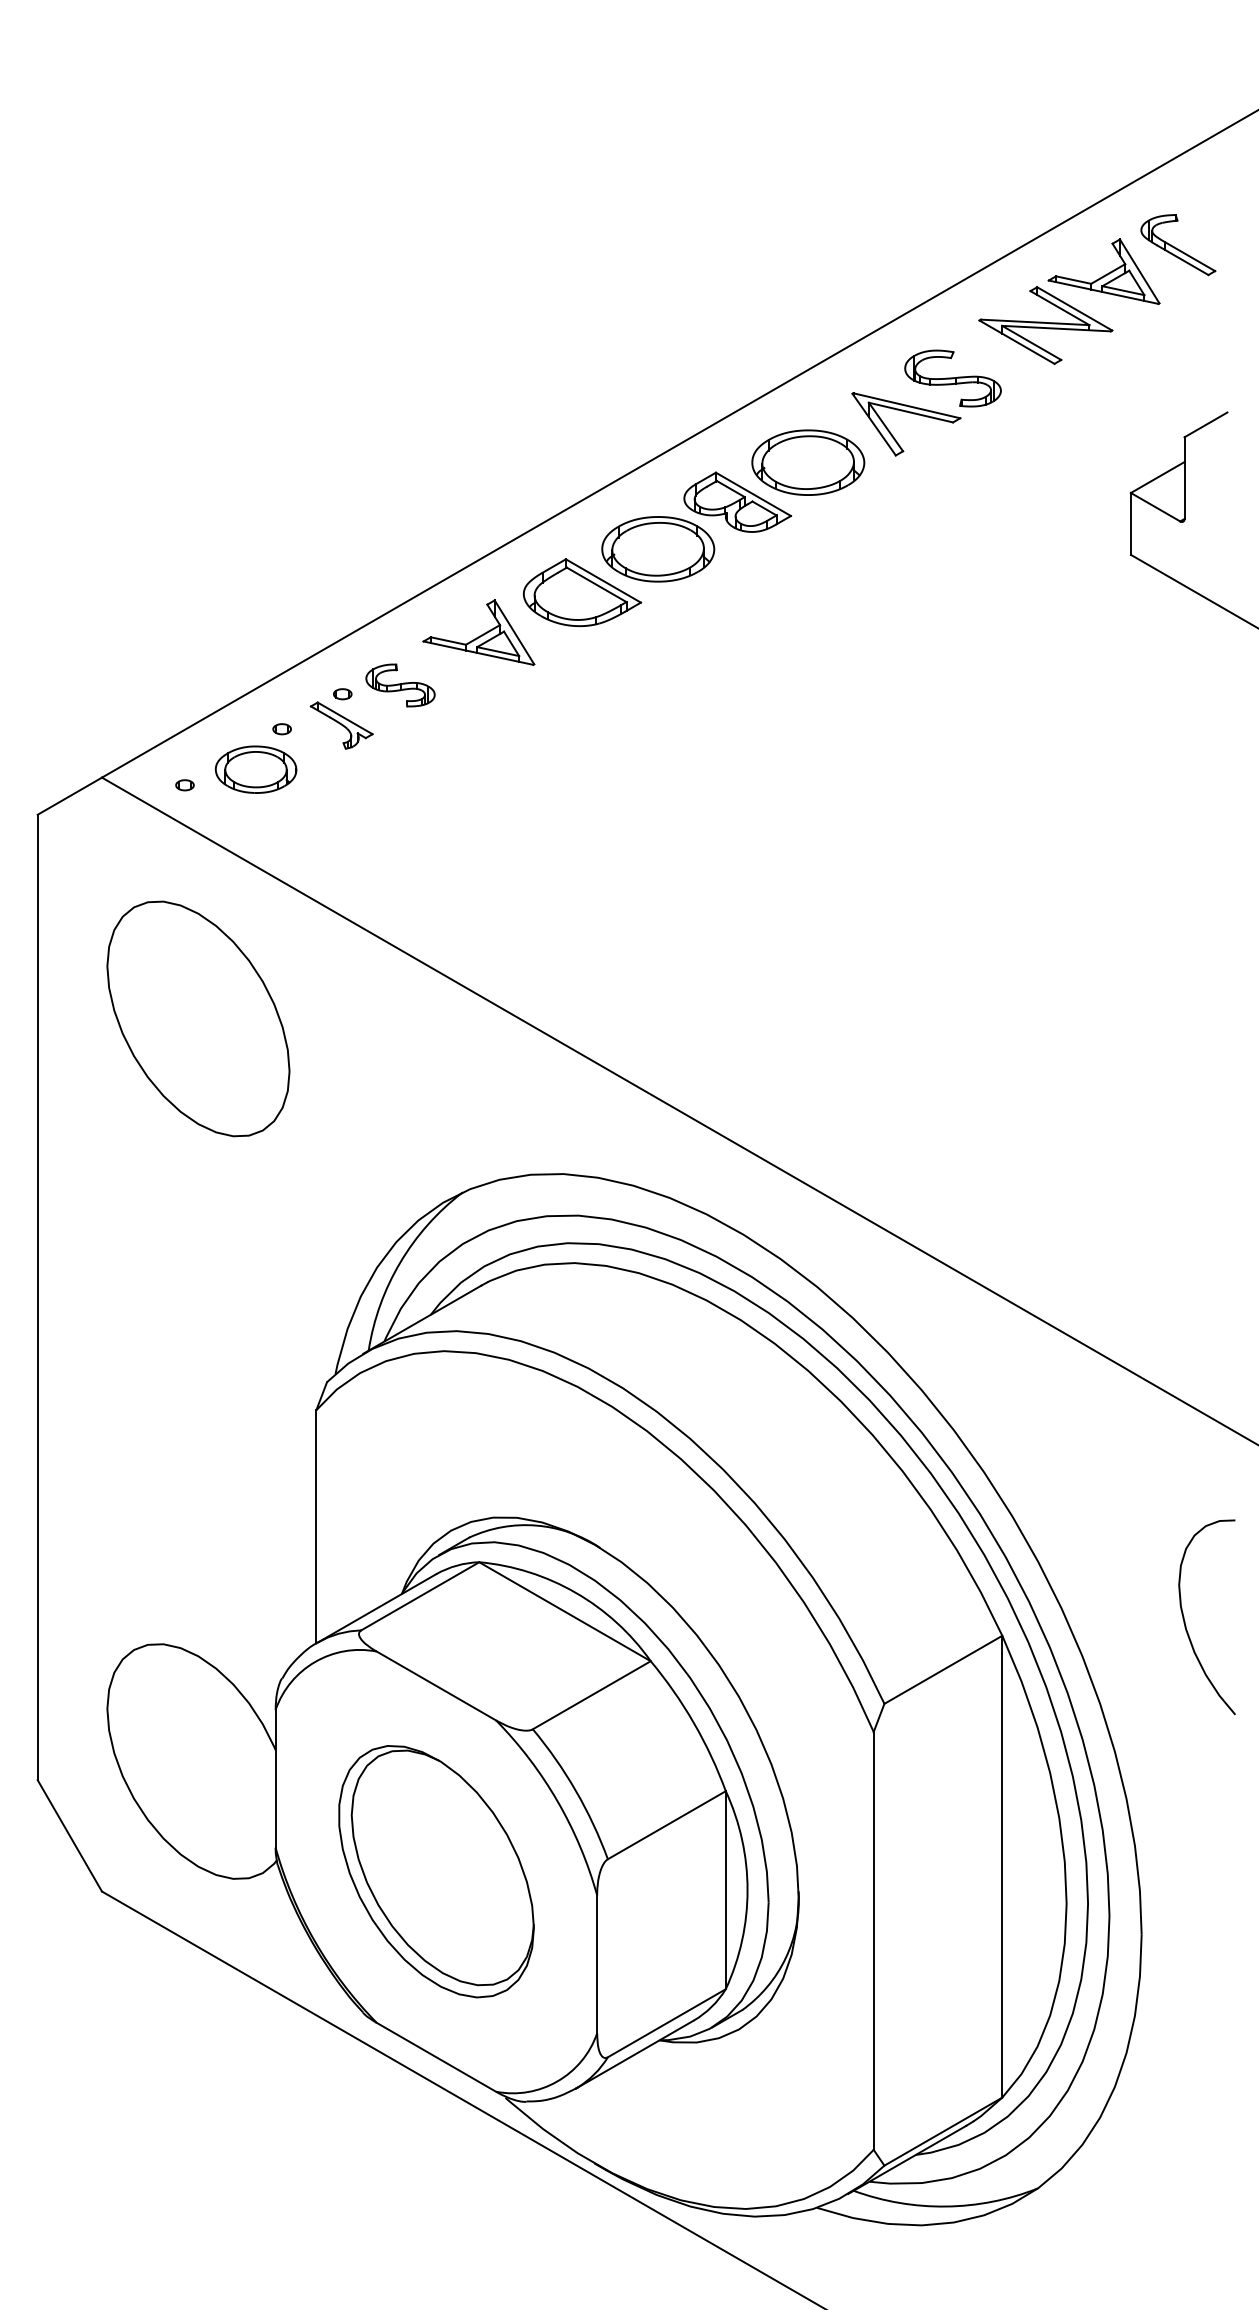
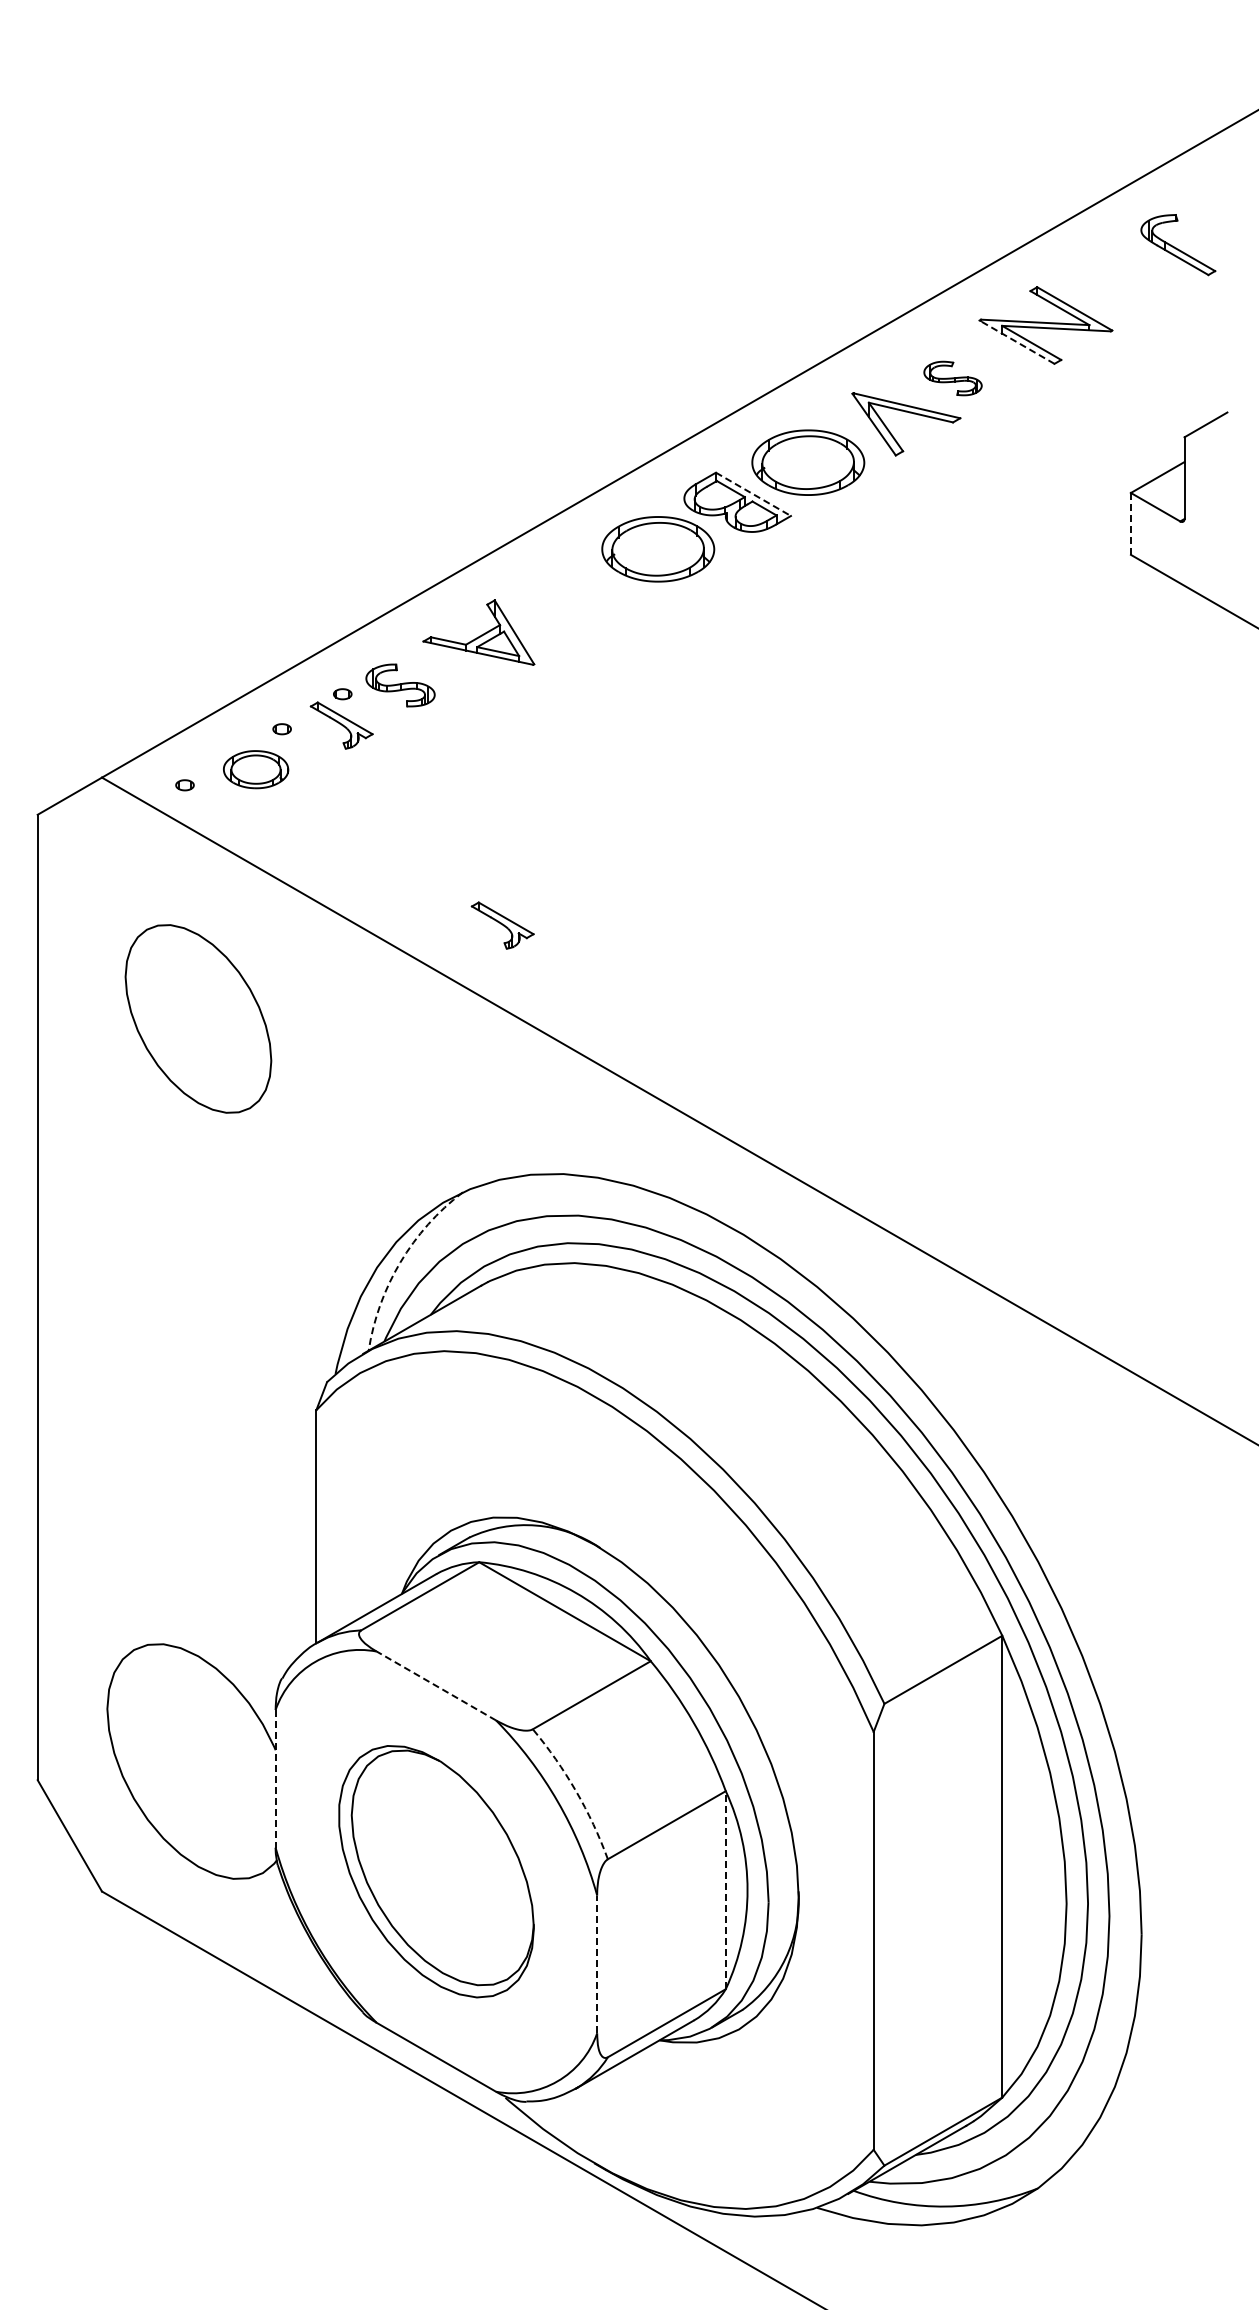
part at (1103, 271): present -> none
line at (1016, 341): solid -> dashed
part at (952, 378) size: 98x59 px -> 60x37 px
line at (753, 494): solid -> dashed
line at (1130, 523): solid -> dashed
part at (582, 592): present -> none
part at (255, 769) size: 84x49 px -> 67x40 px
part at (502, 925): none -> present
part at (198, 1018) size: 185x238 px -> 149x190 px
arc at (400, 1262): solid -> dashed
curve at (1185, 1621): present -> none
line at (436, 1685): solid -> dashed
line at (275, 1778): solid -> dashed
arc at (575, 1791): solid -> dashed
line at (725, 1889): solid -> dashed
line at (597, 1964): solid -> dashed
